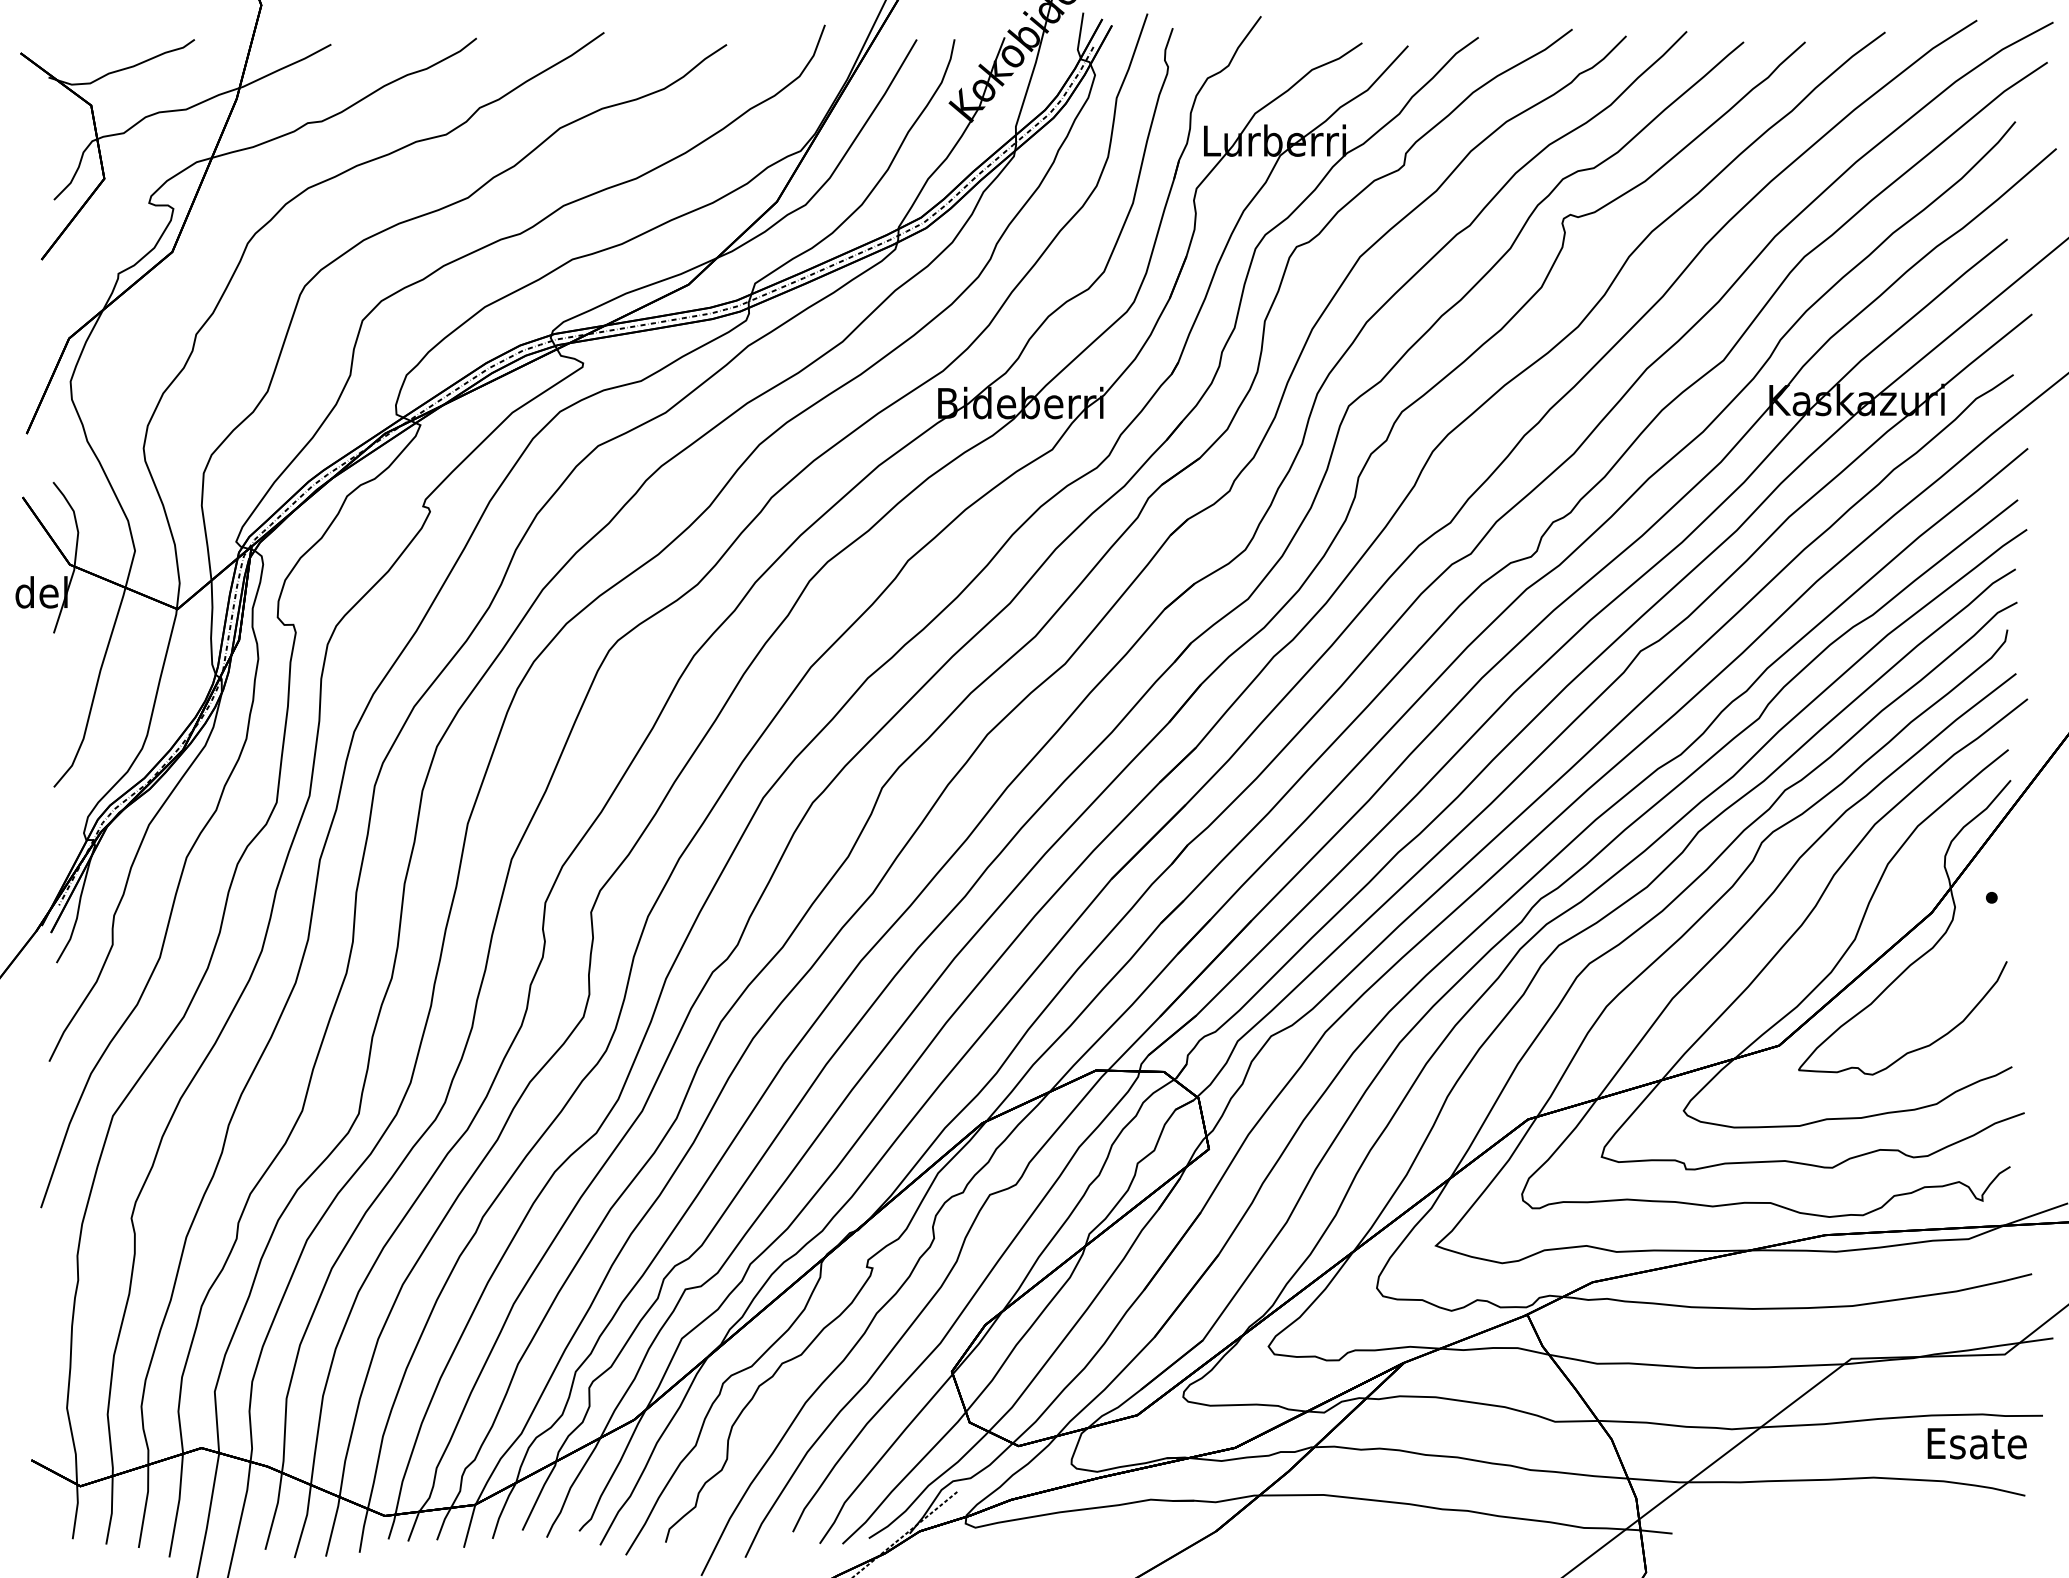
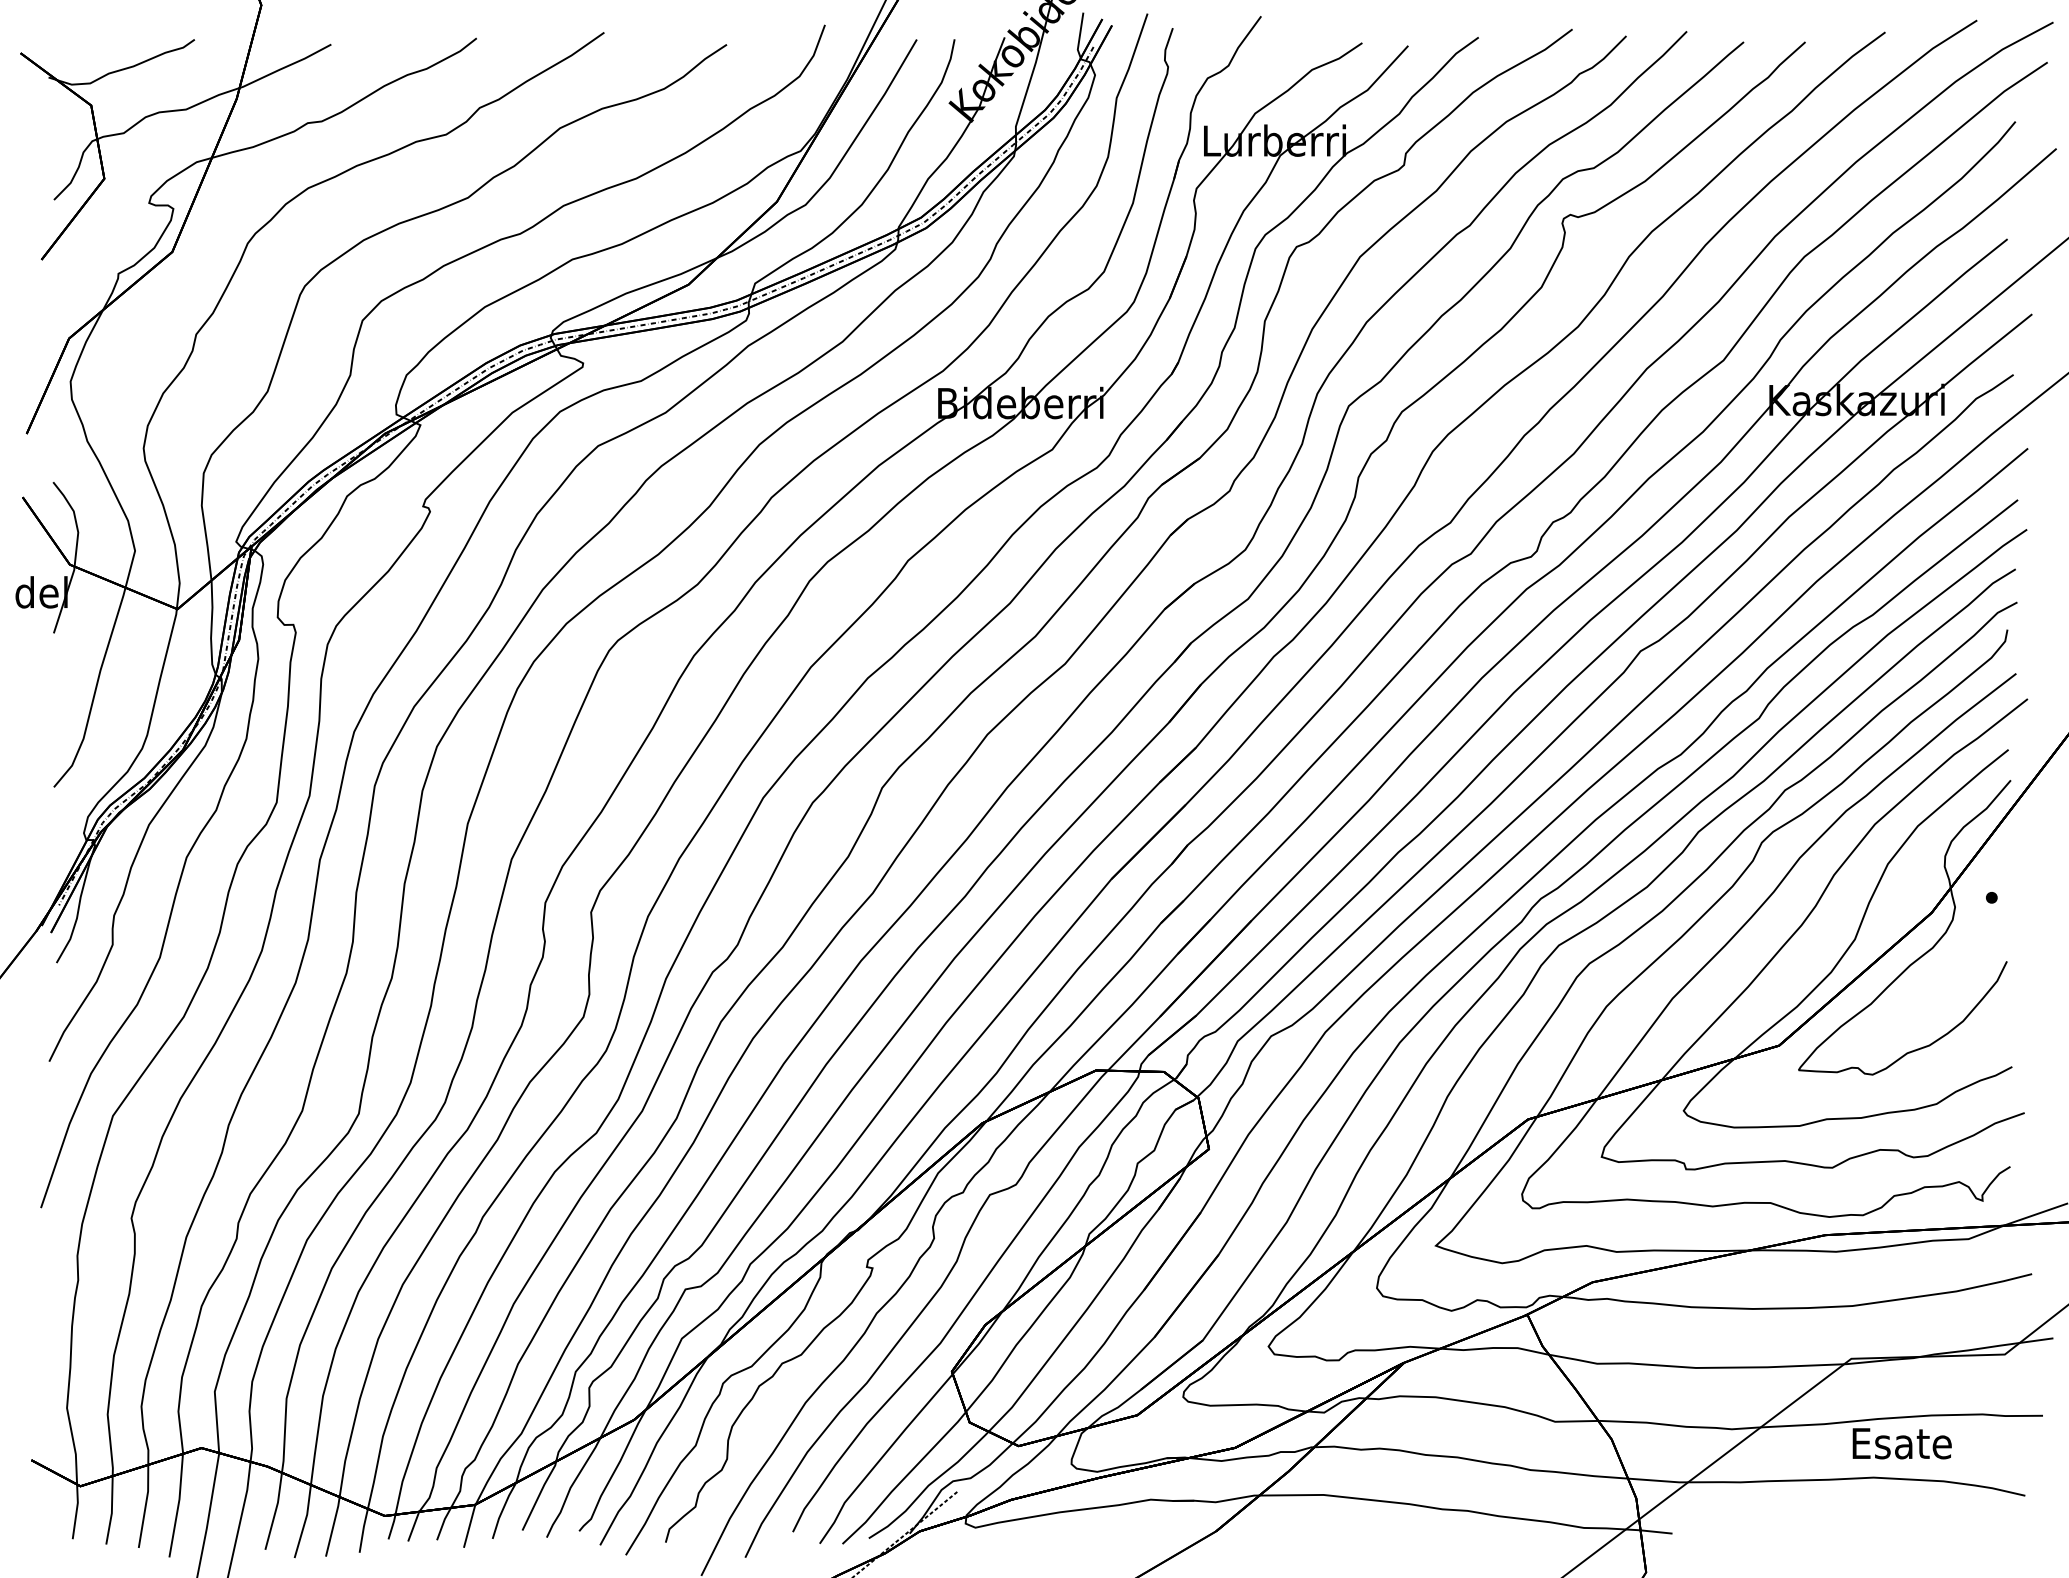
text at (1976, 1443) position: (1976, 1443) -> (1901, 1443)
